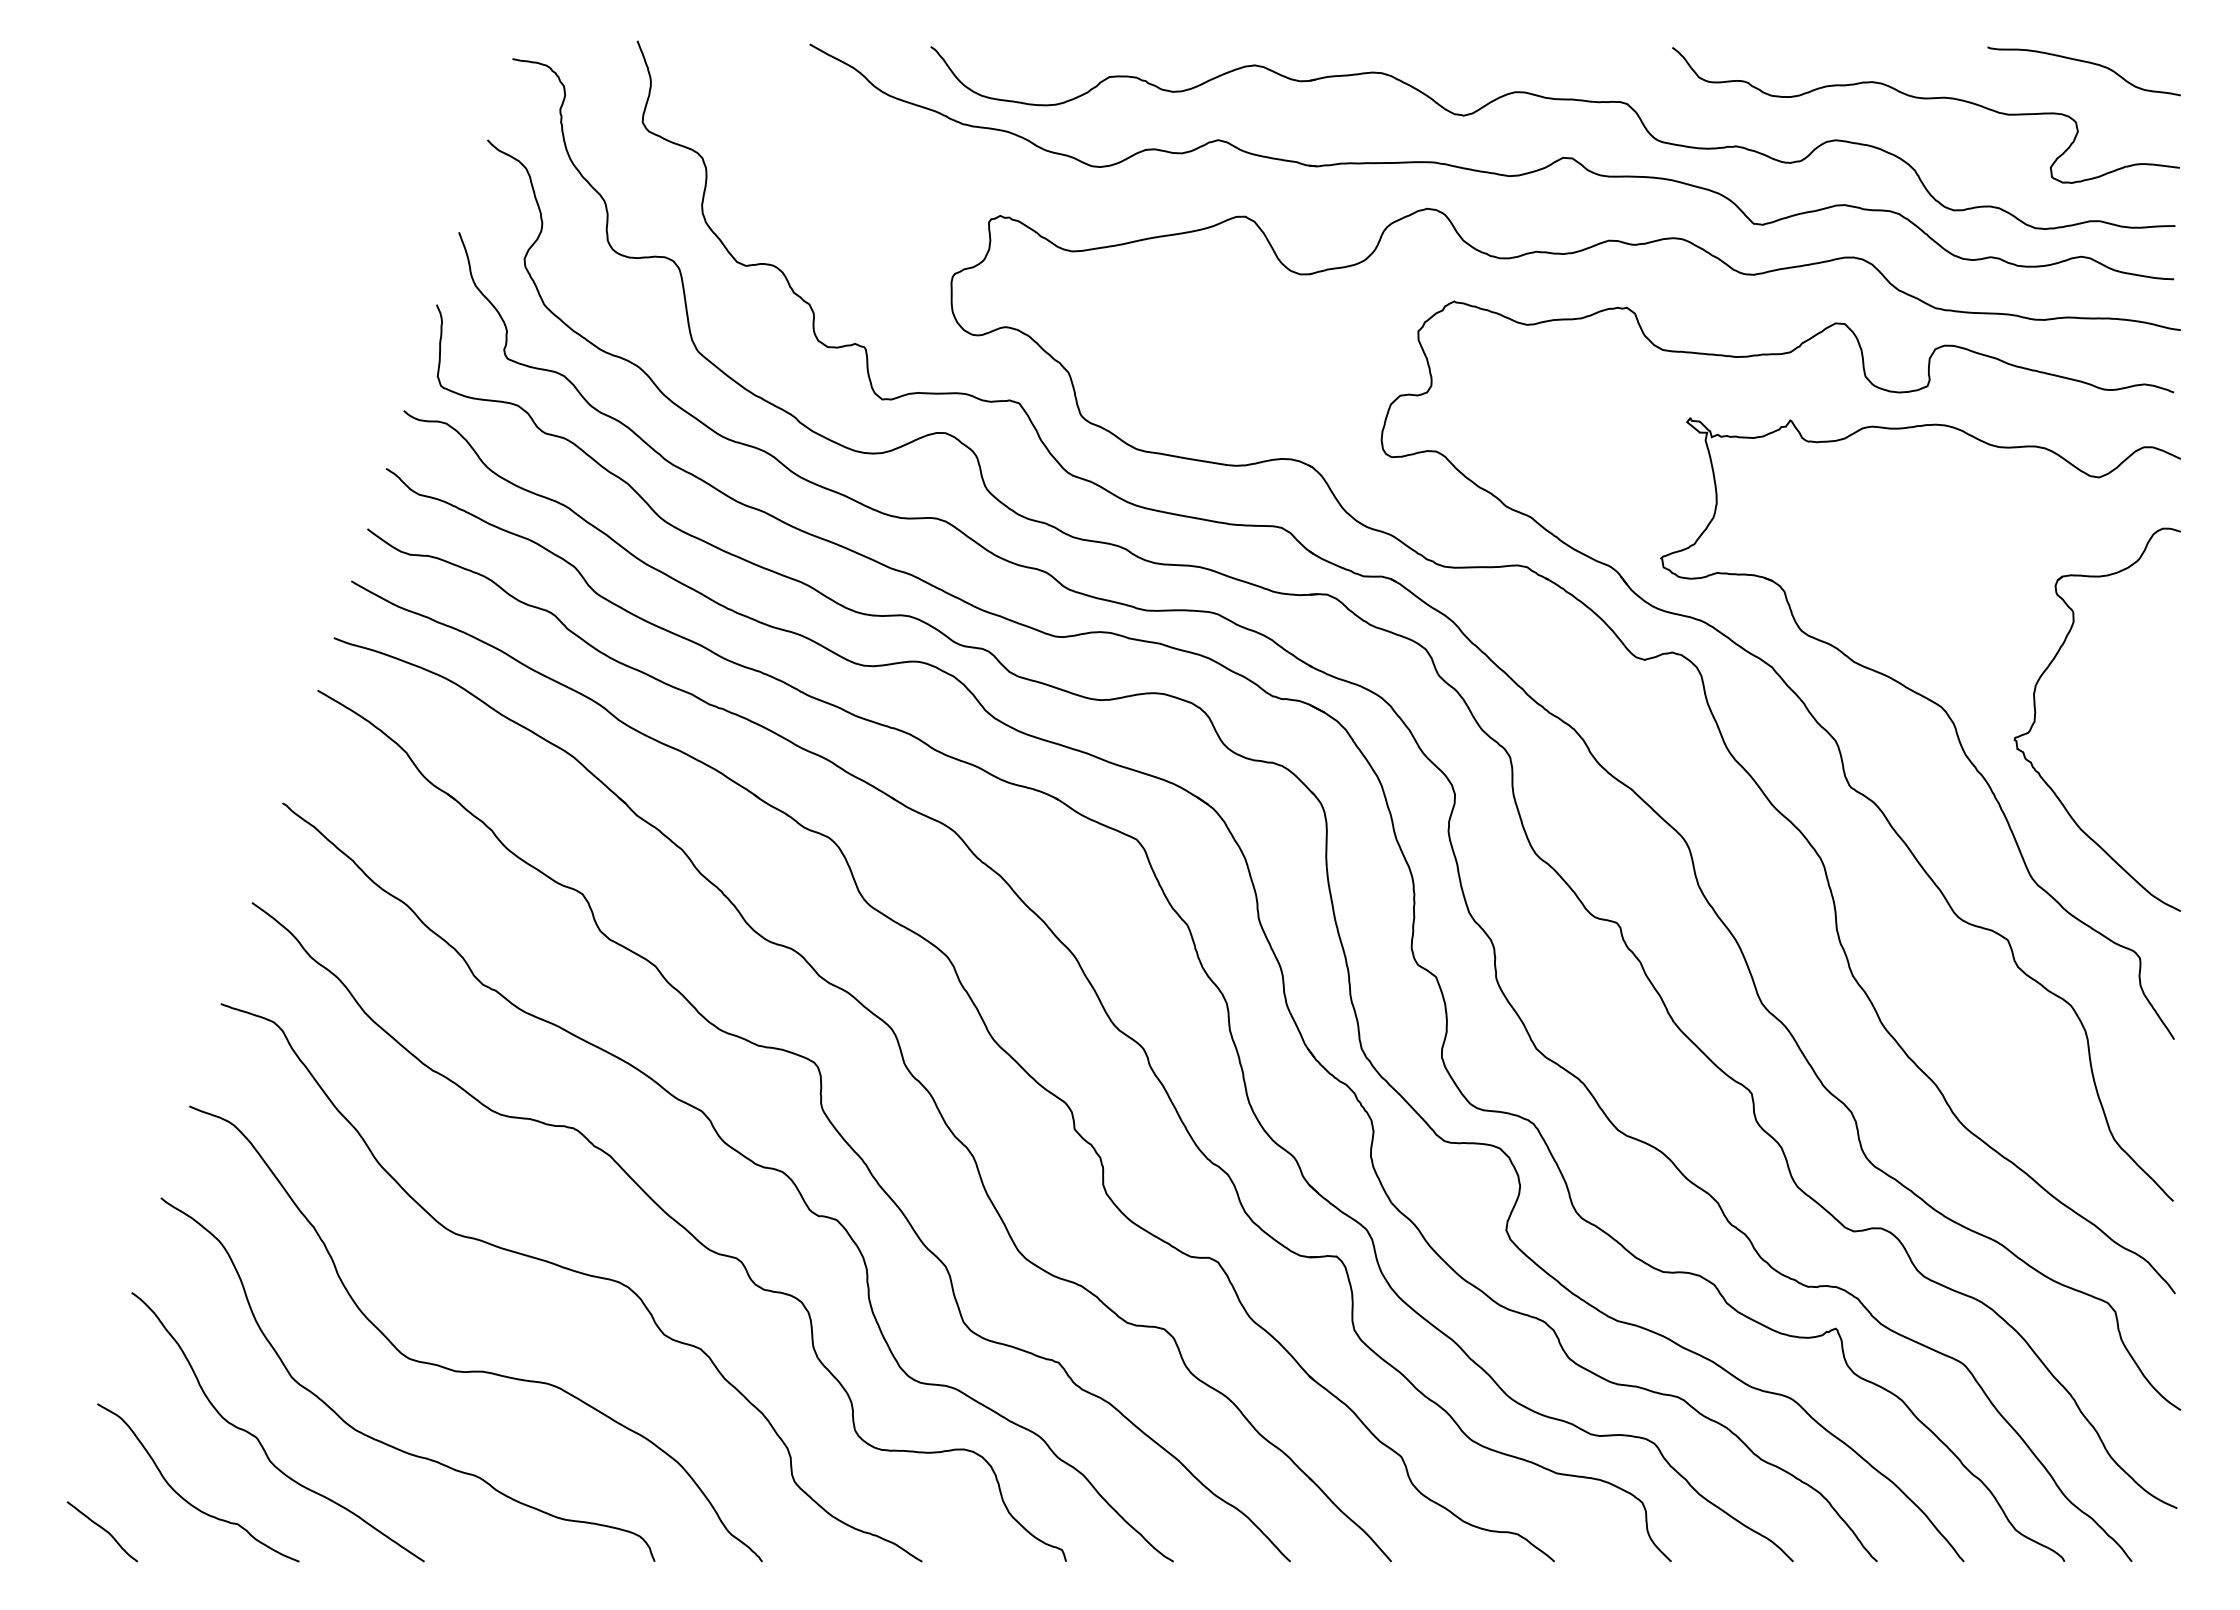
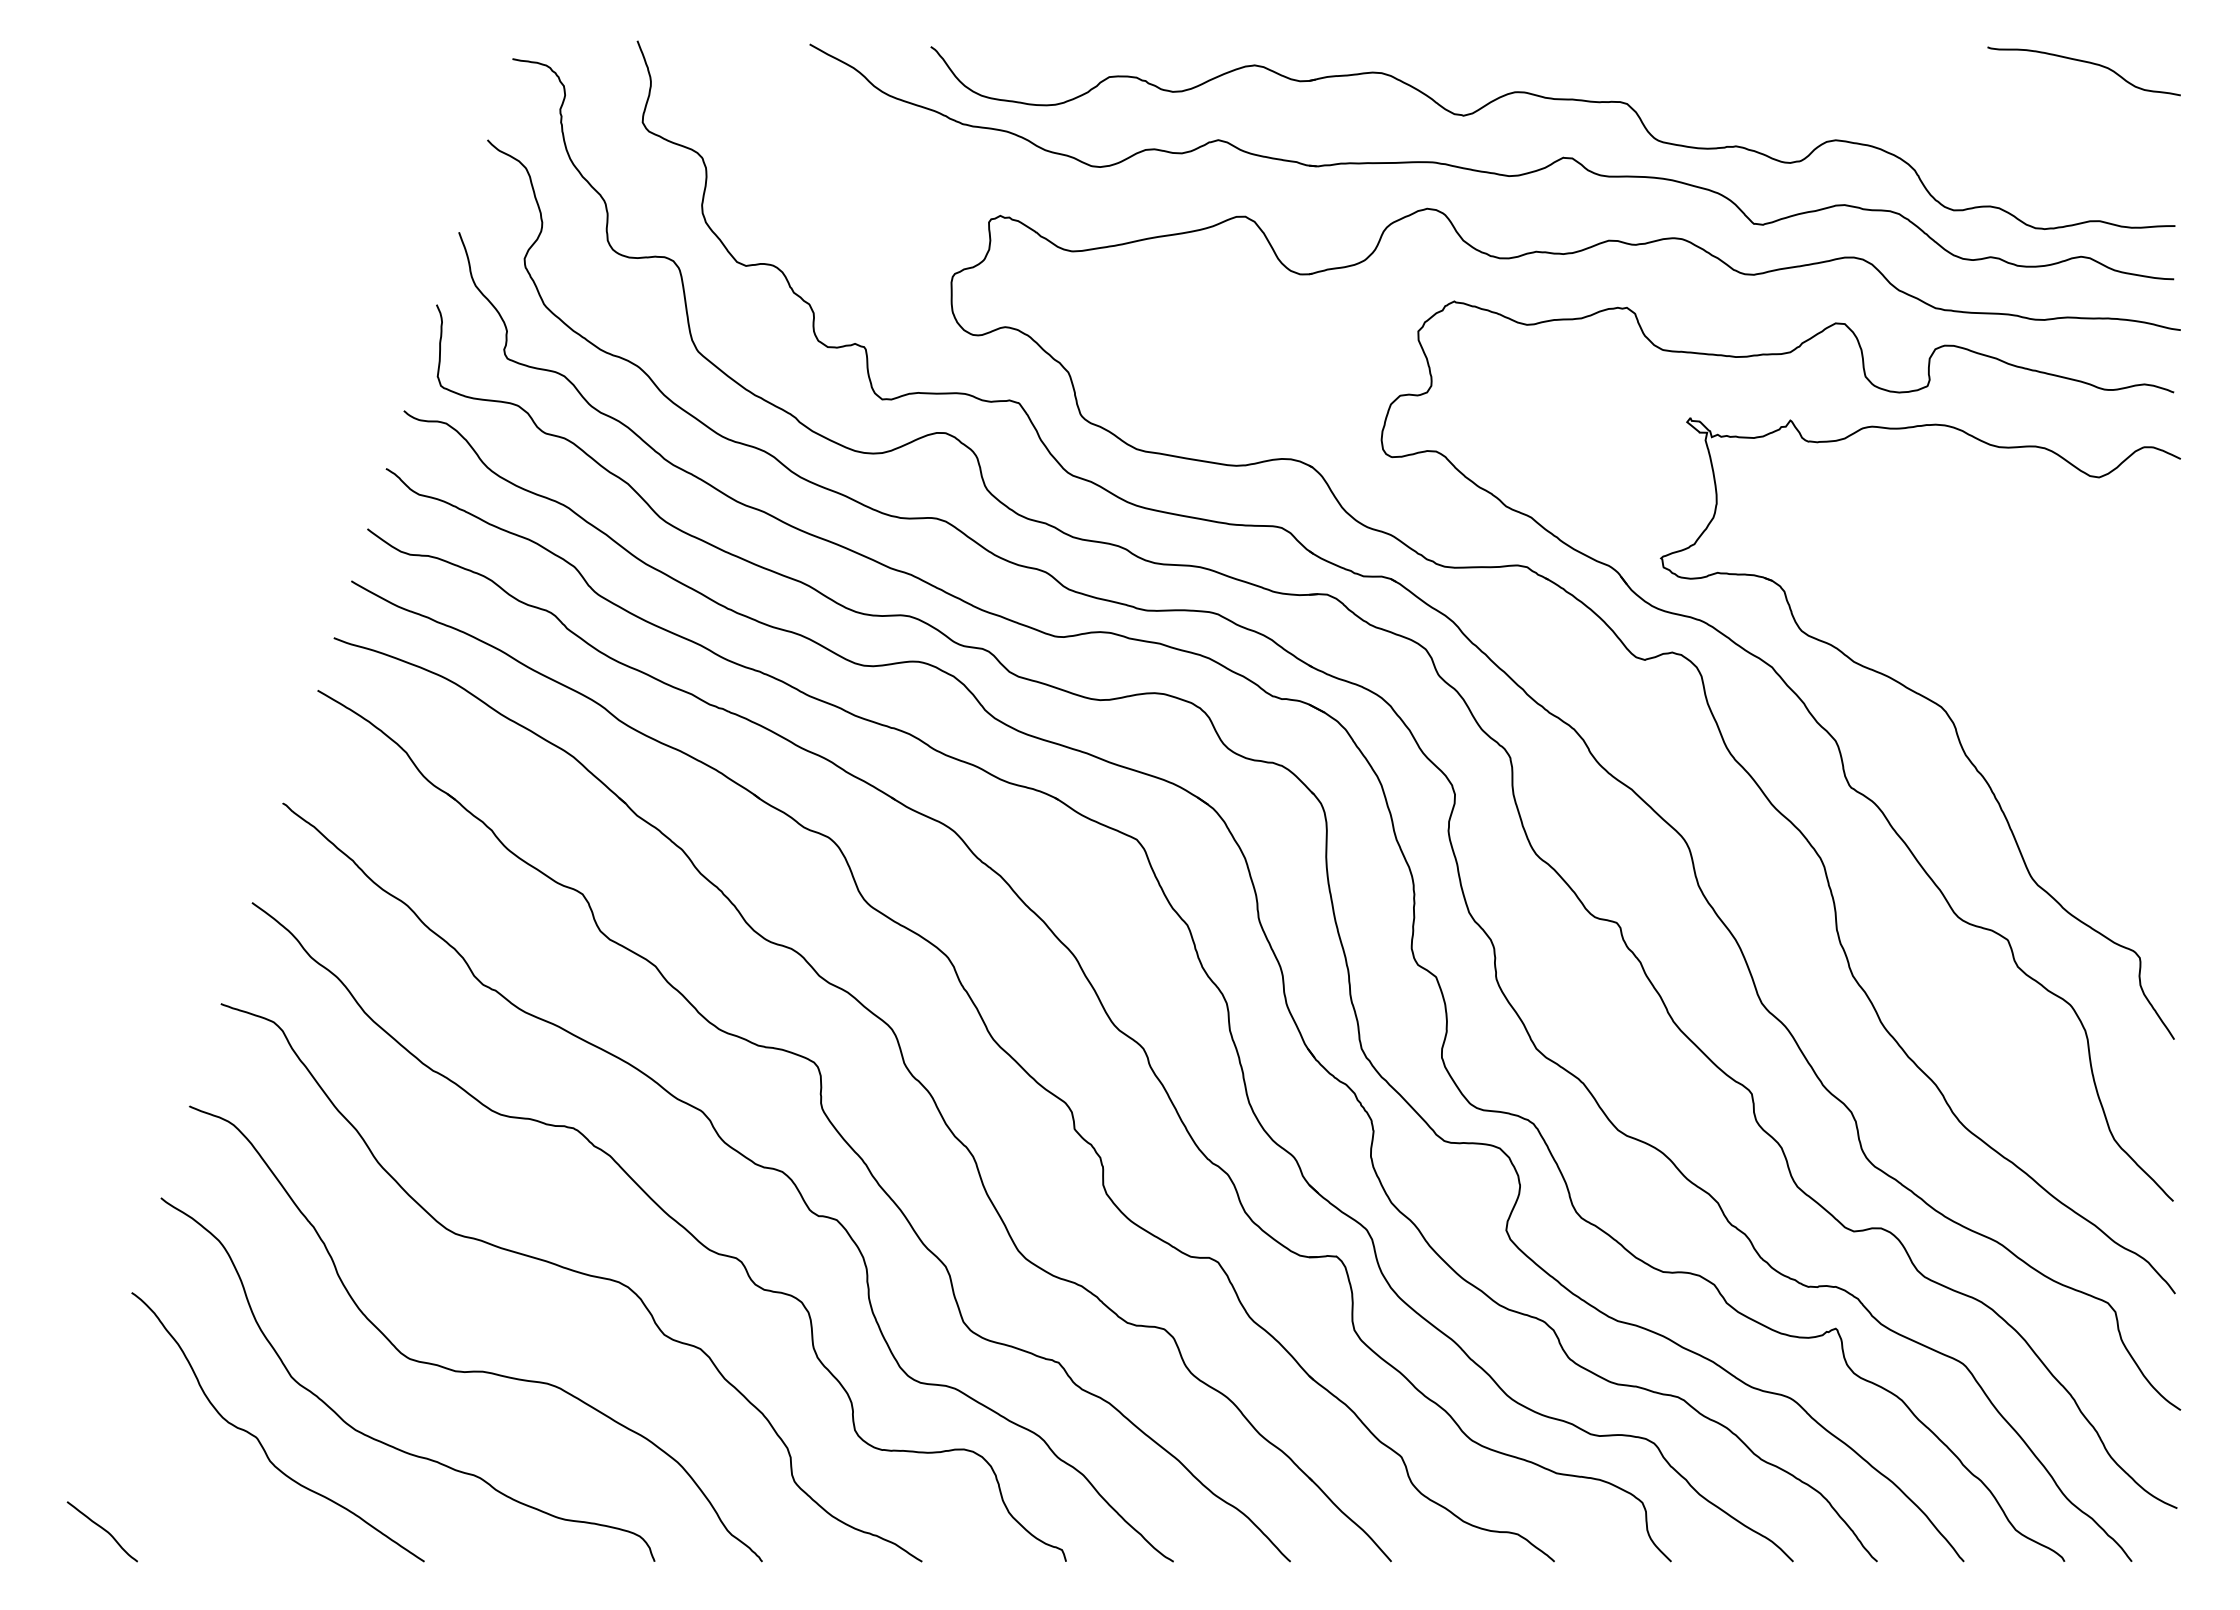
curve at (1925, 99): present -> none
part at (2036, 712): present -> none
curve at (187, 1500): present -> none
